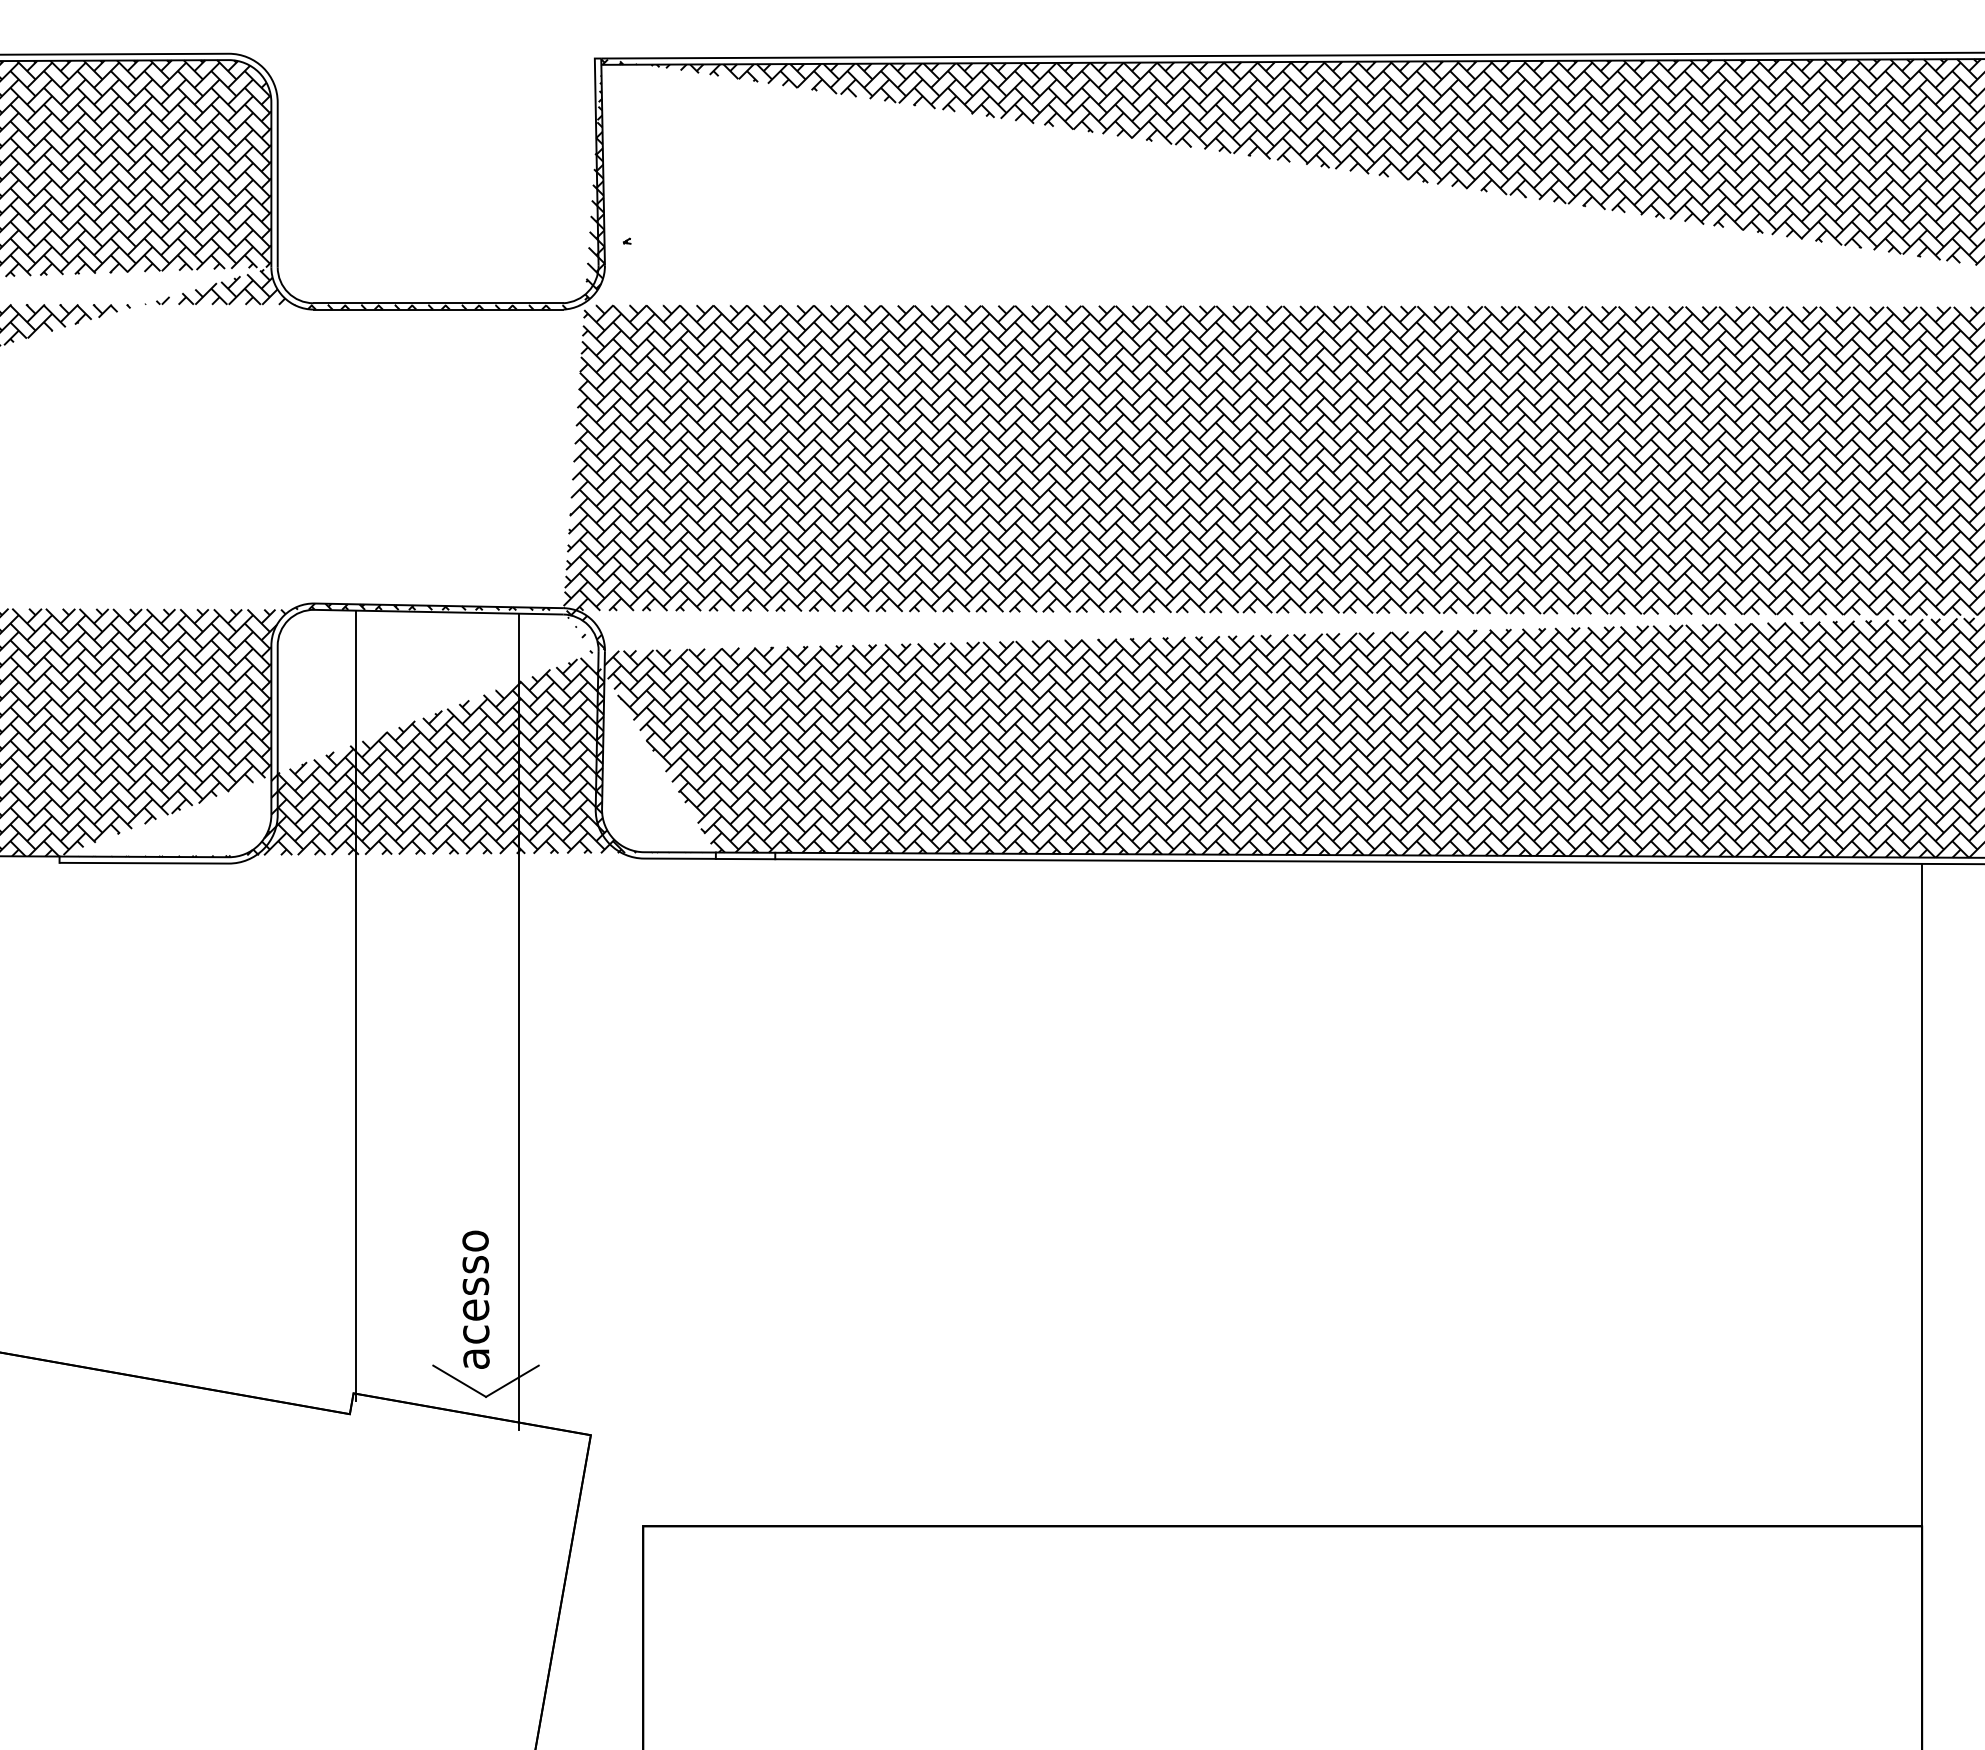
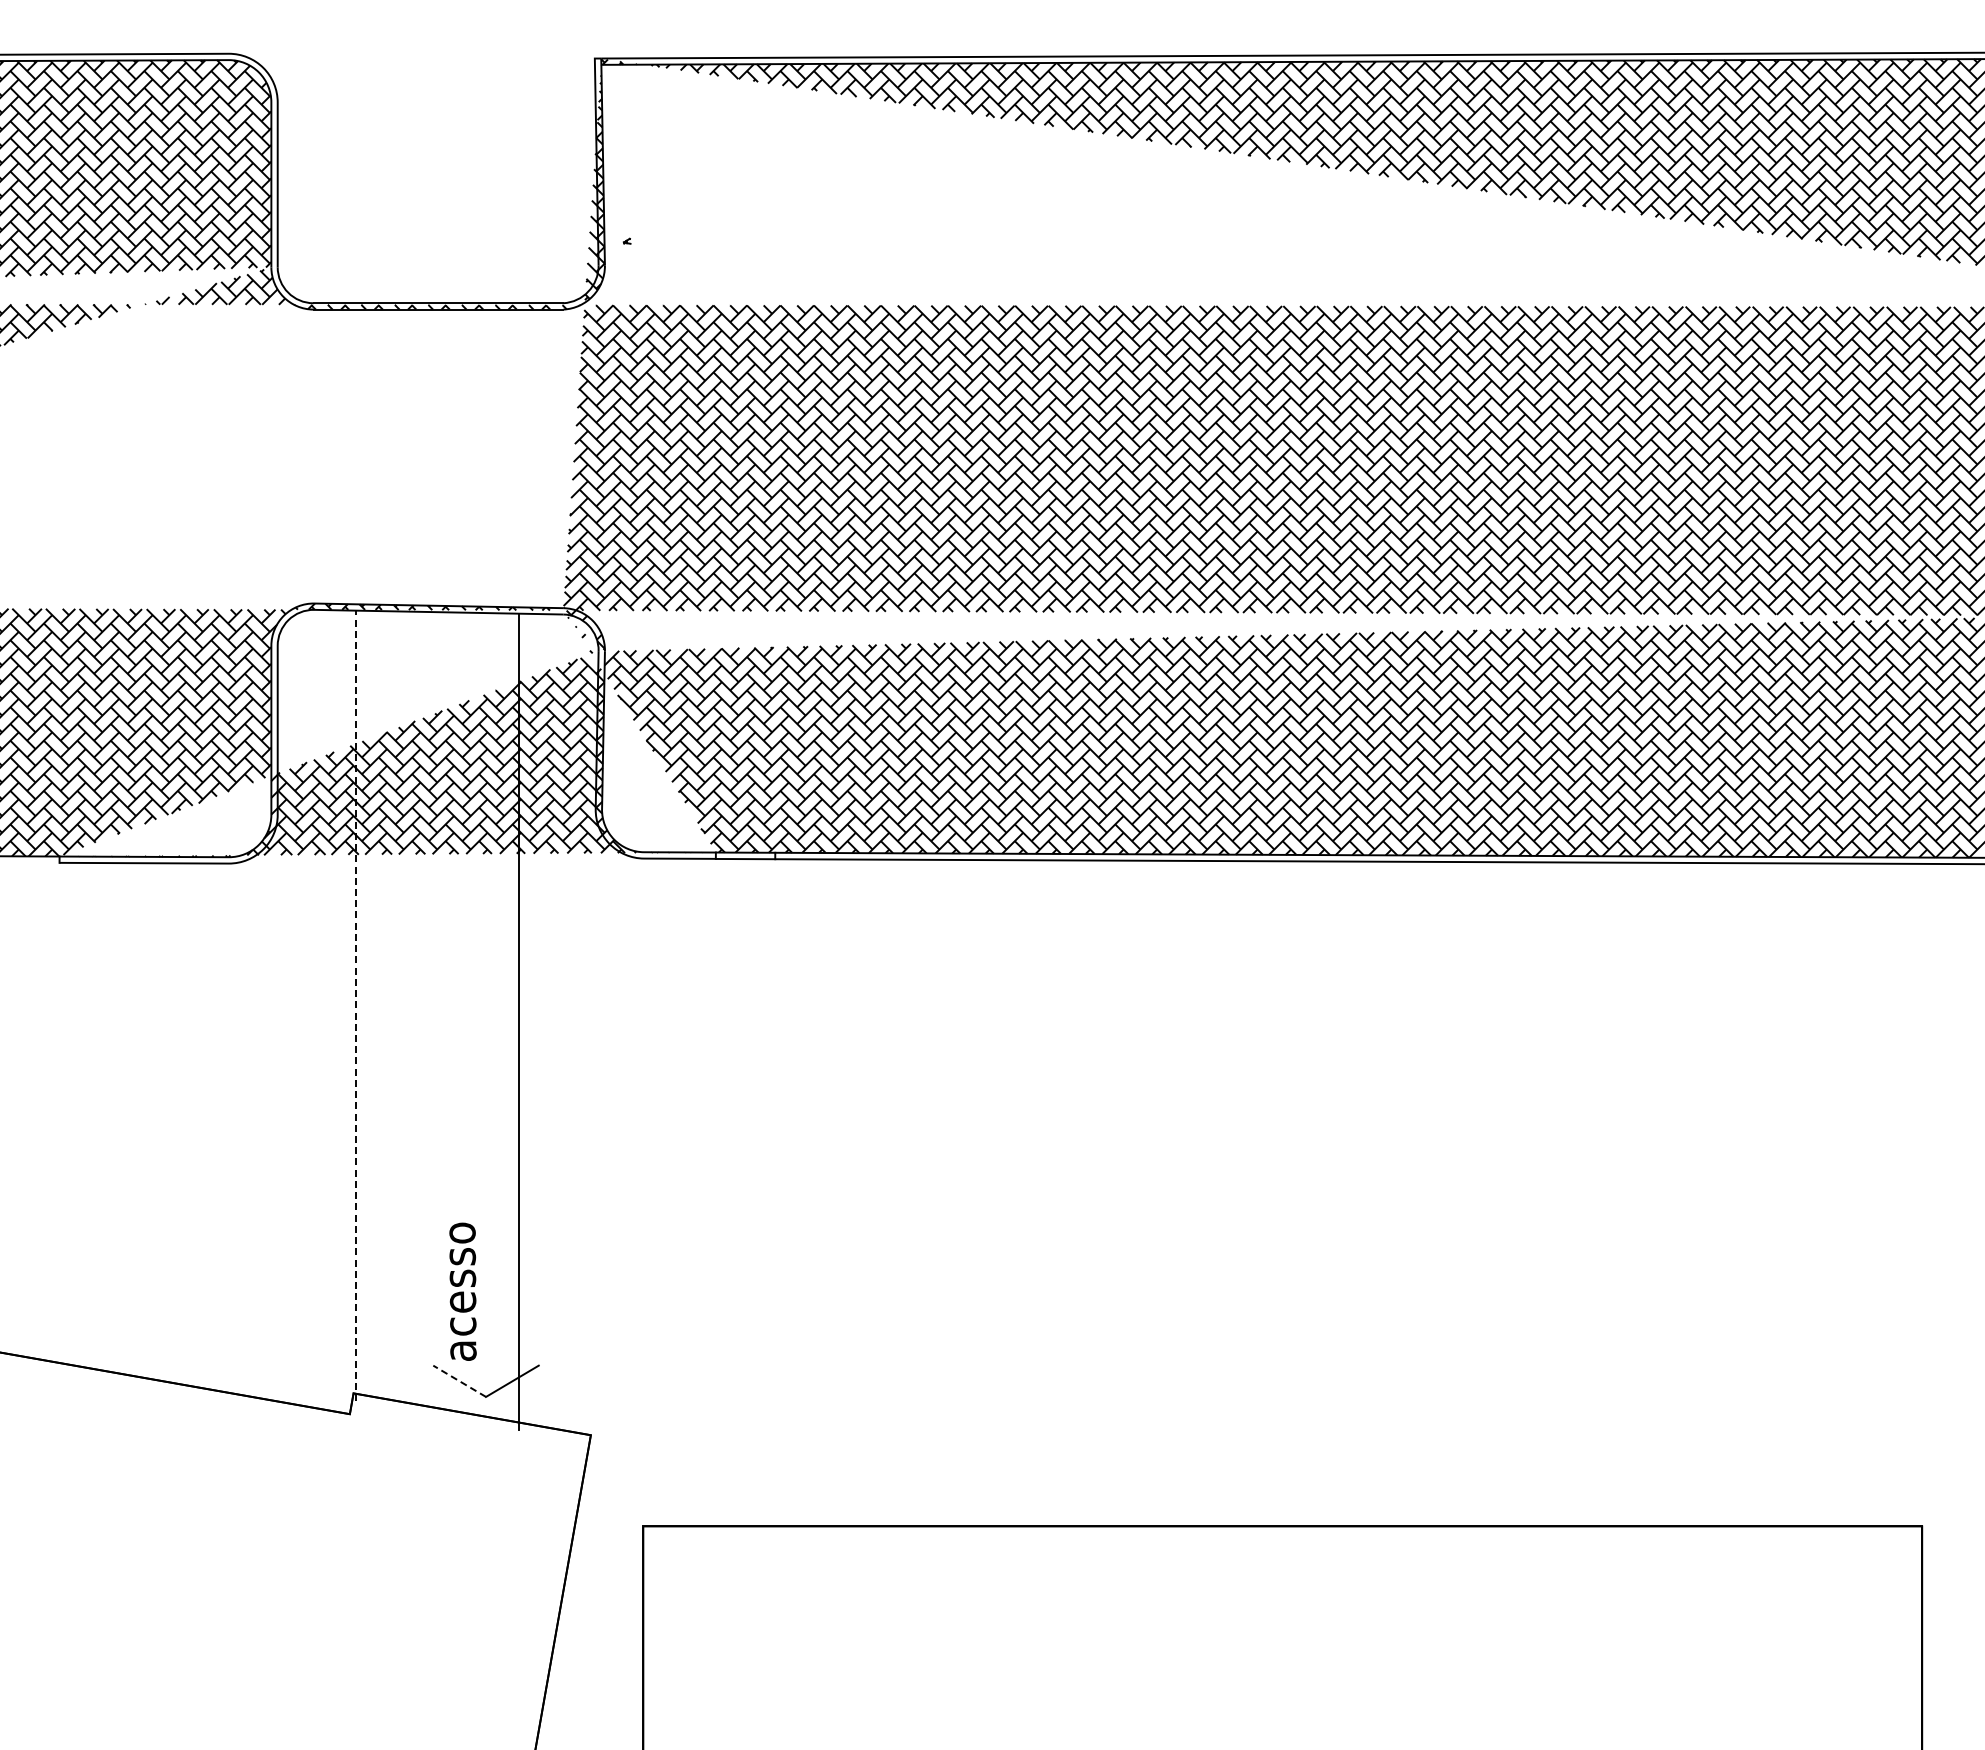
line at (355, 1005): solid -> dashed
line at (1922, 1194): present -> none
text at (475, 1299) position: (475, 1299) -> (462, 1291)
line at (459, 1381): solid -> dashed
